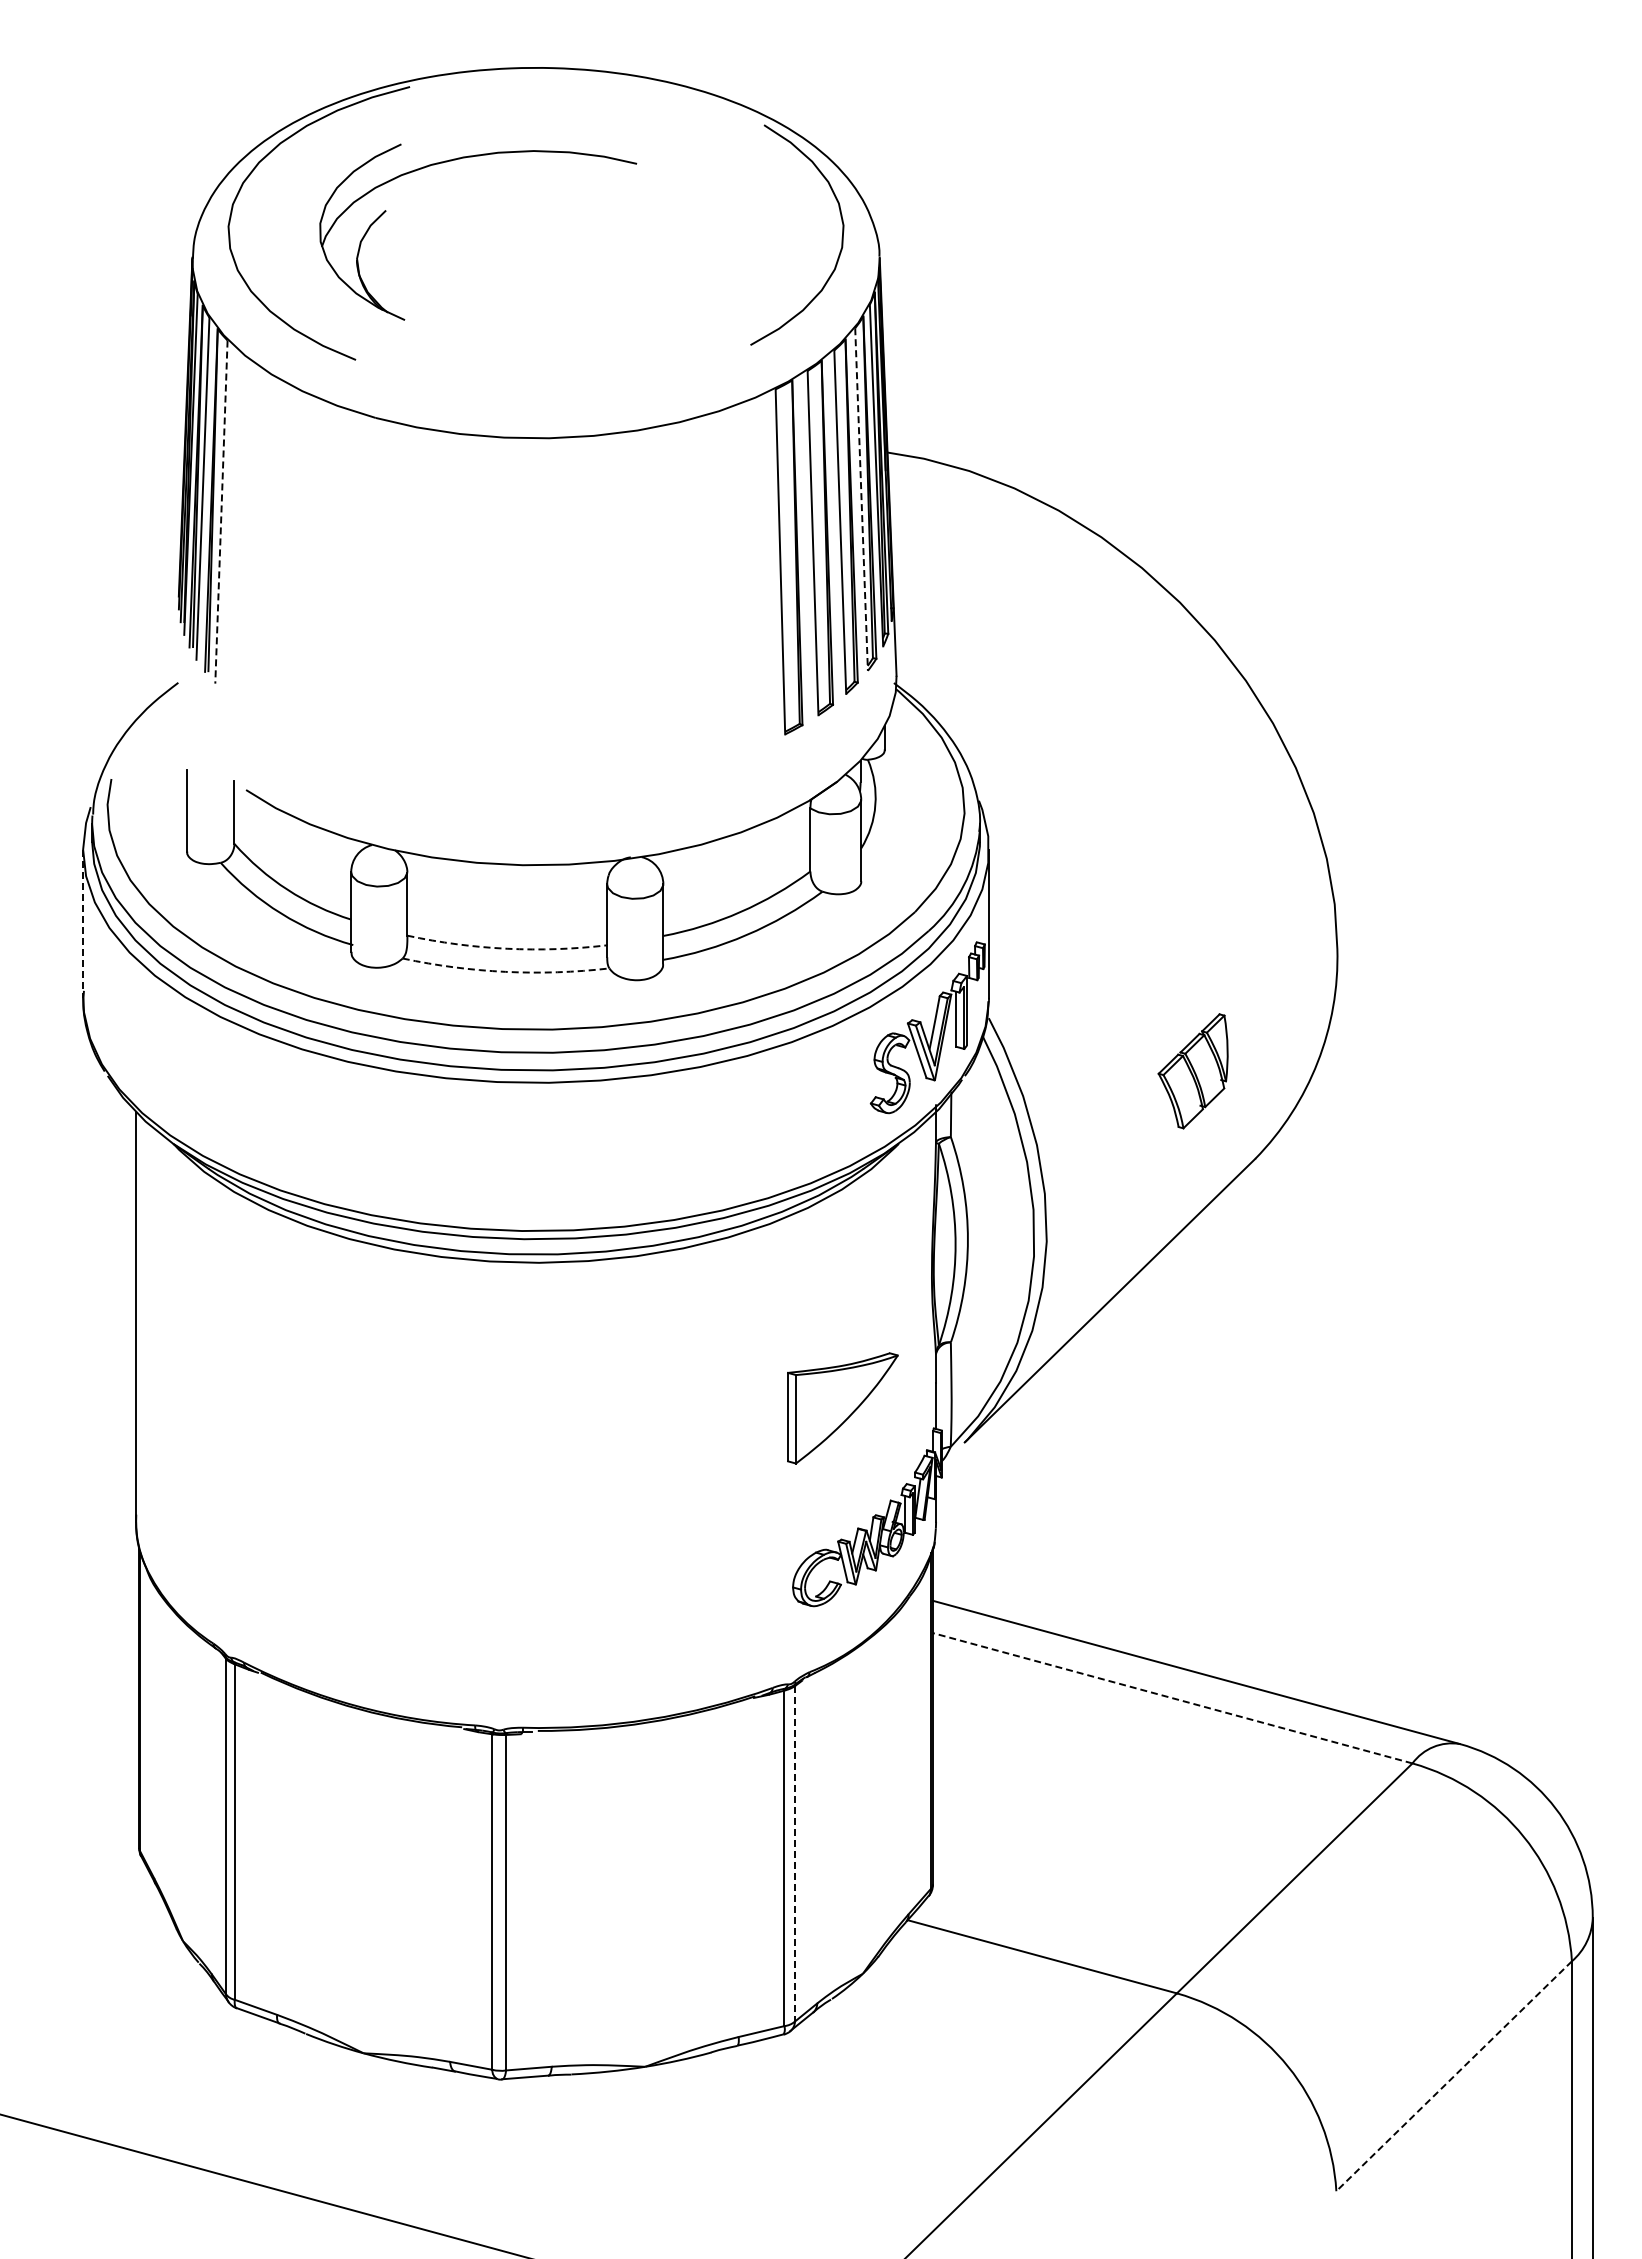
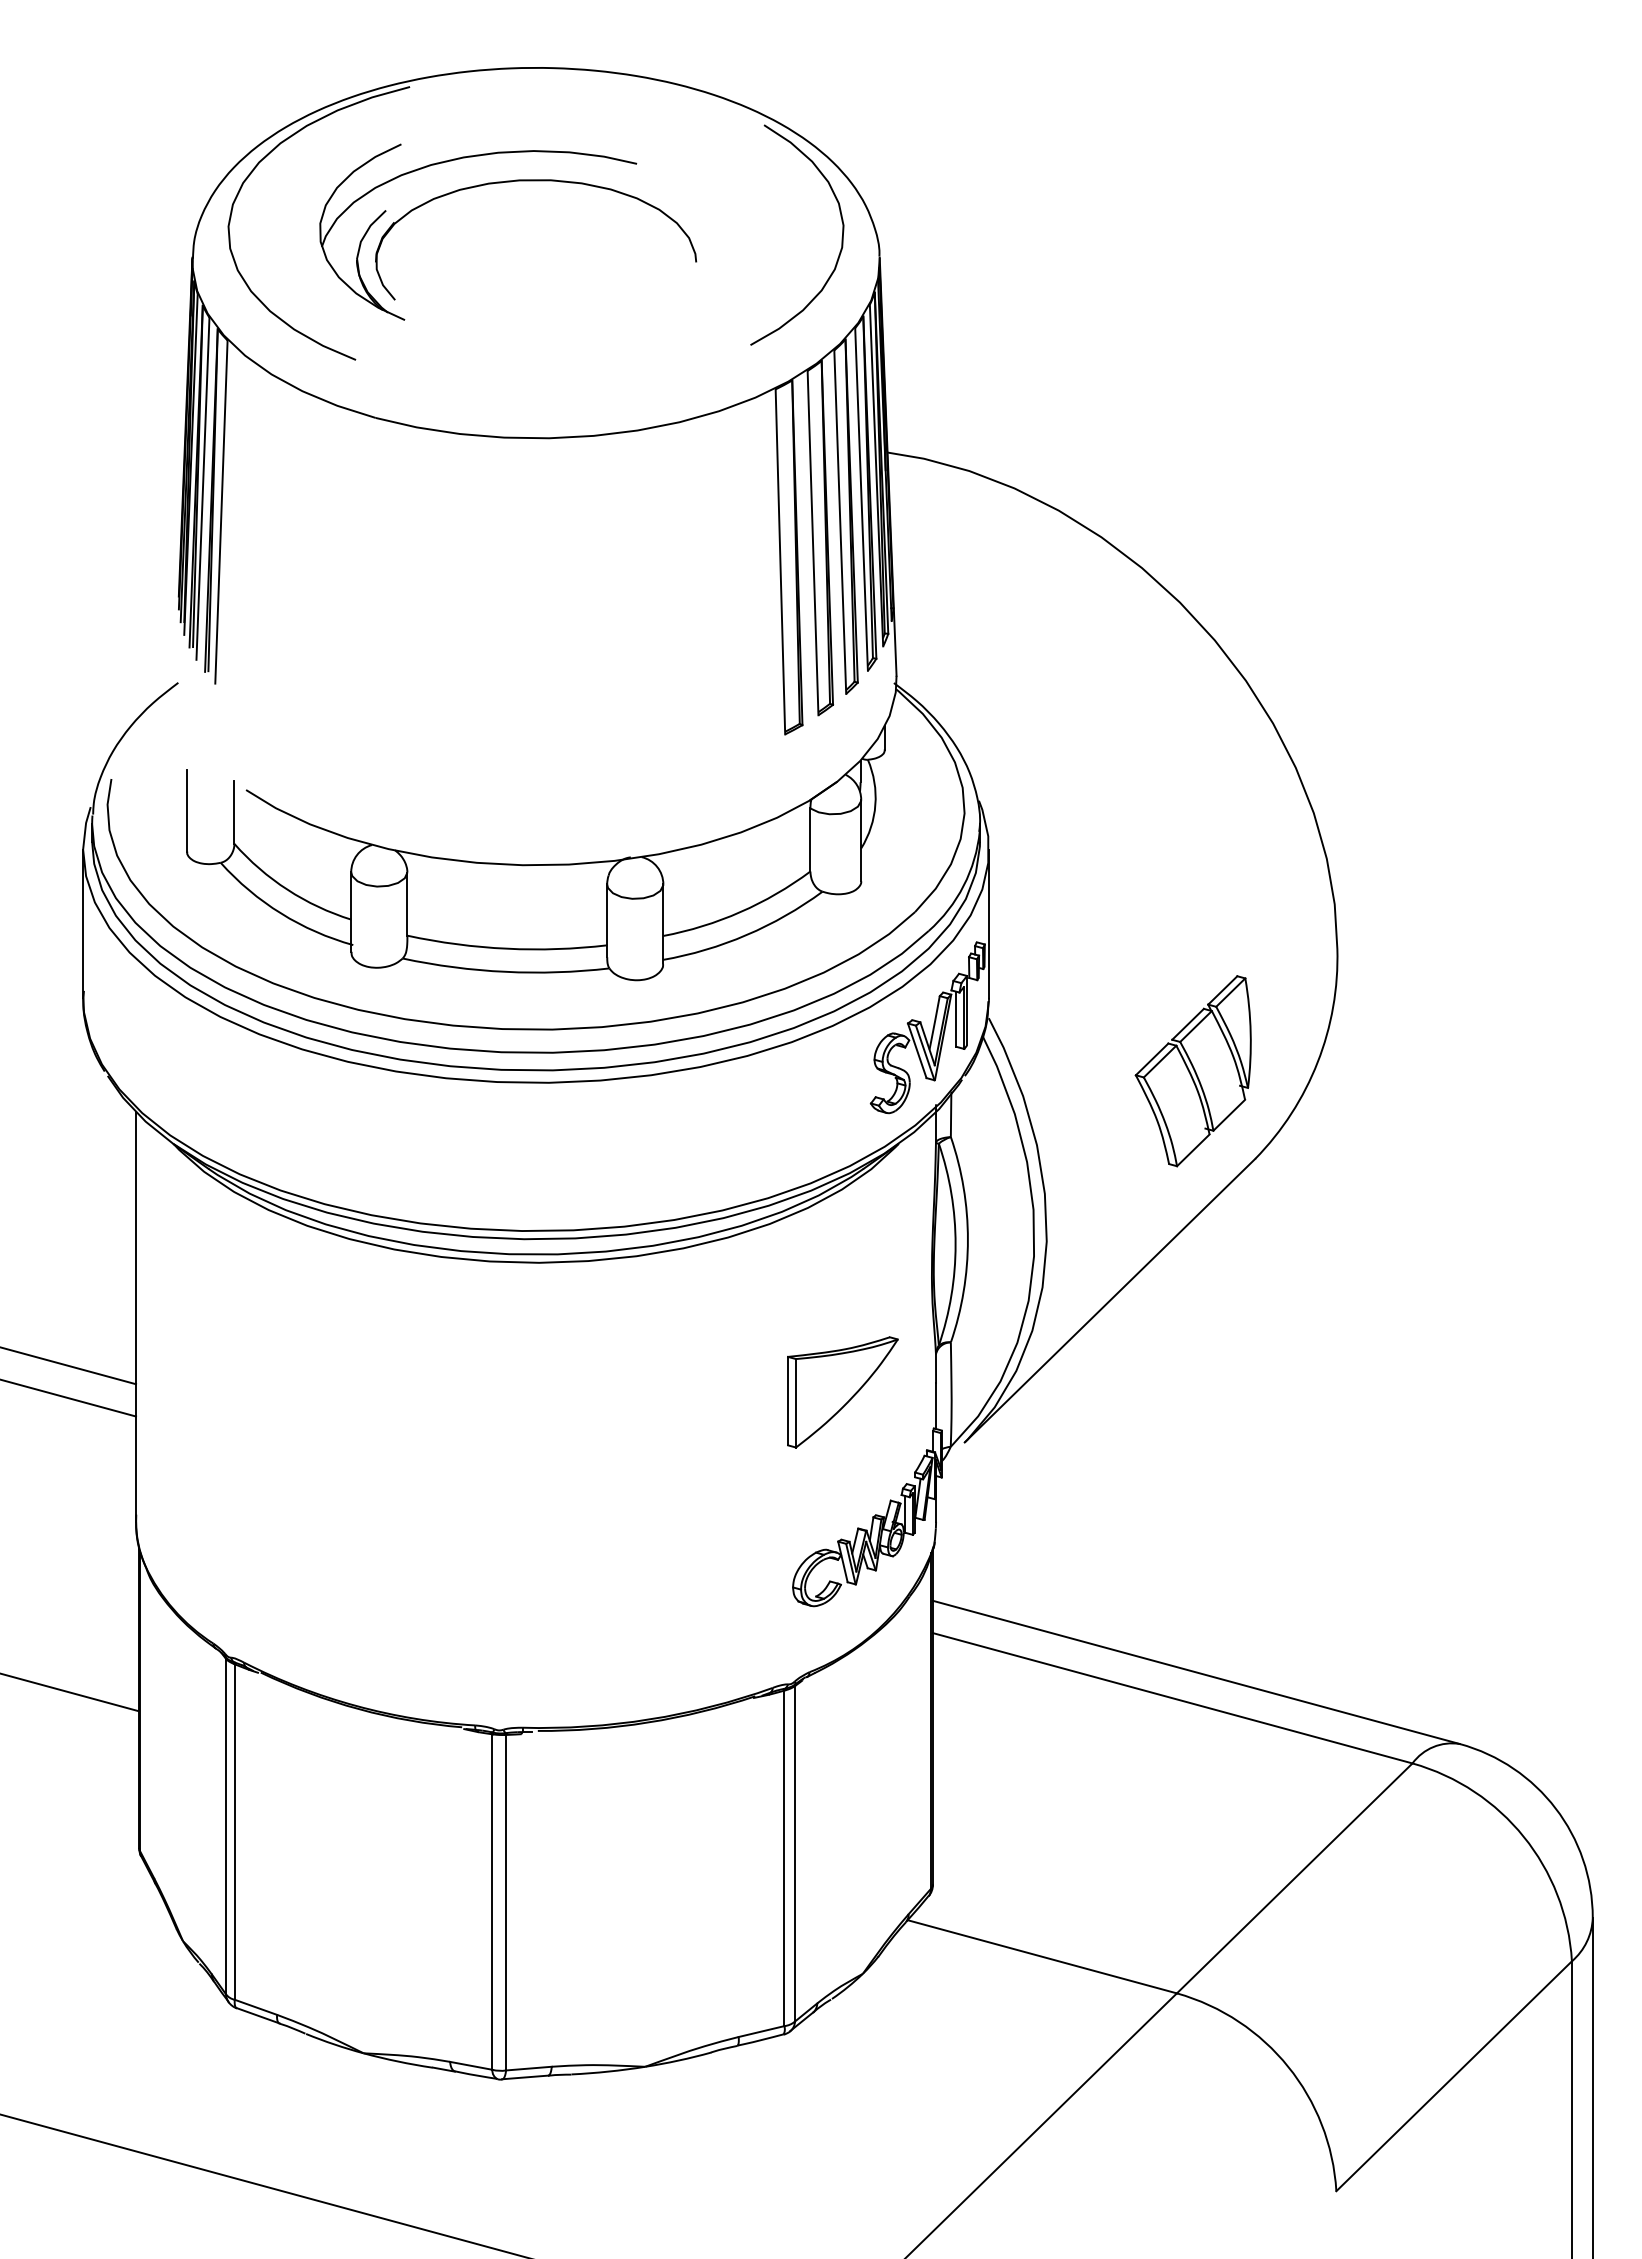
part at (536, 181): none -> present
line at (861, 500): dashed -> solid
line at (221, 512): dashed -> solid
line at (83, 924): dashed -> solid
arc at (507, 948): dashed -> solid
arc at (505, 971): dashed -> solid
part at (1192, 1071) size: 72x117 px -> 118x193 px
line at (69, 1365): none -> present
line at (69, 1398): none -> present
part at (842, 1408) position: (842, 1408) -> (842, 1392)
line at (70, 1692): none -> present
line at (1172, 1698): dashed -> solid
line at (794, 1853): dashed -> solid
line at (1454, 2076): dashed -> solid
